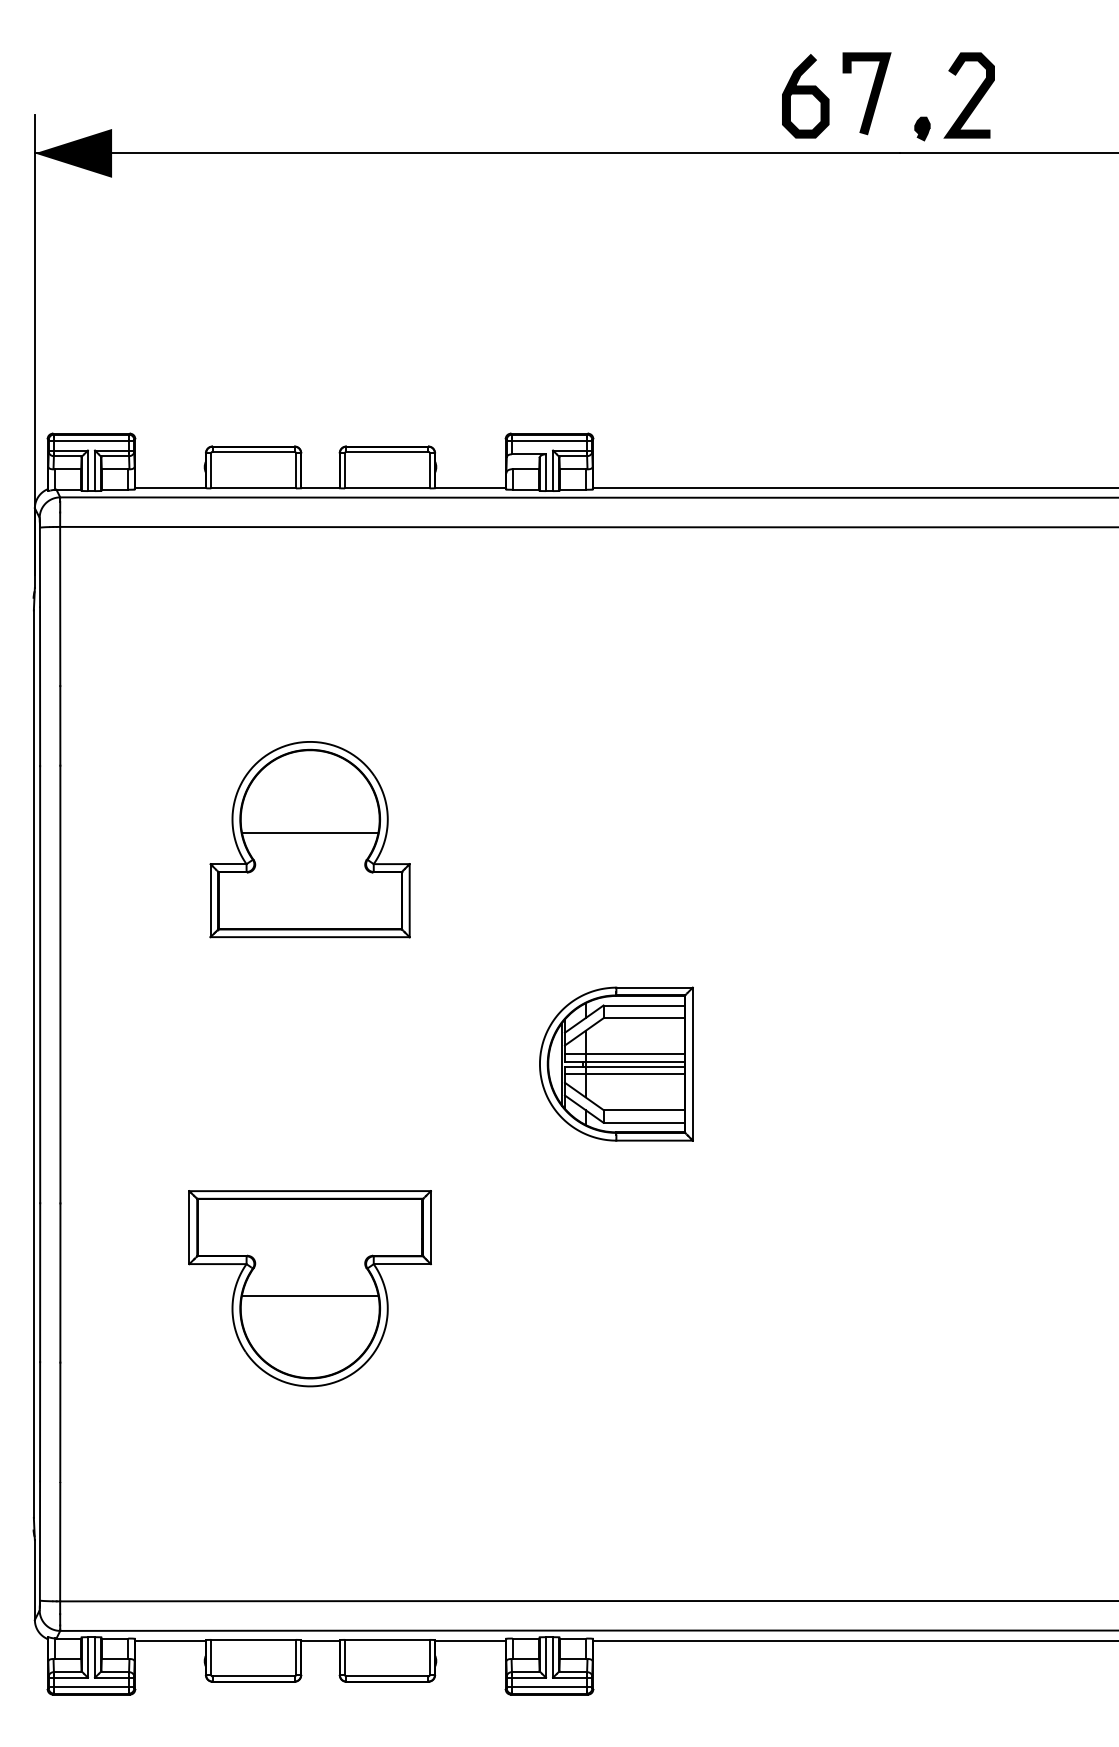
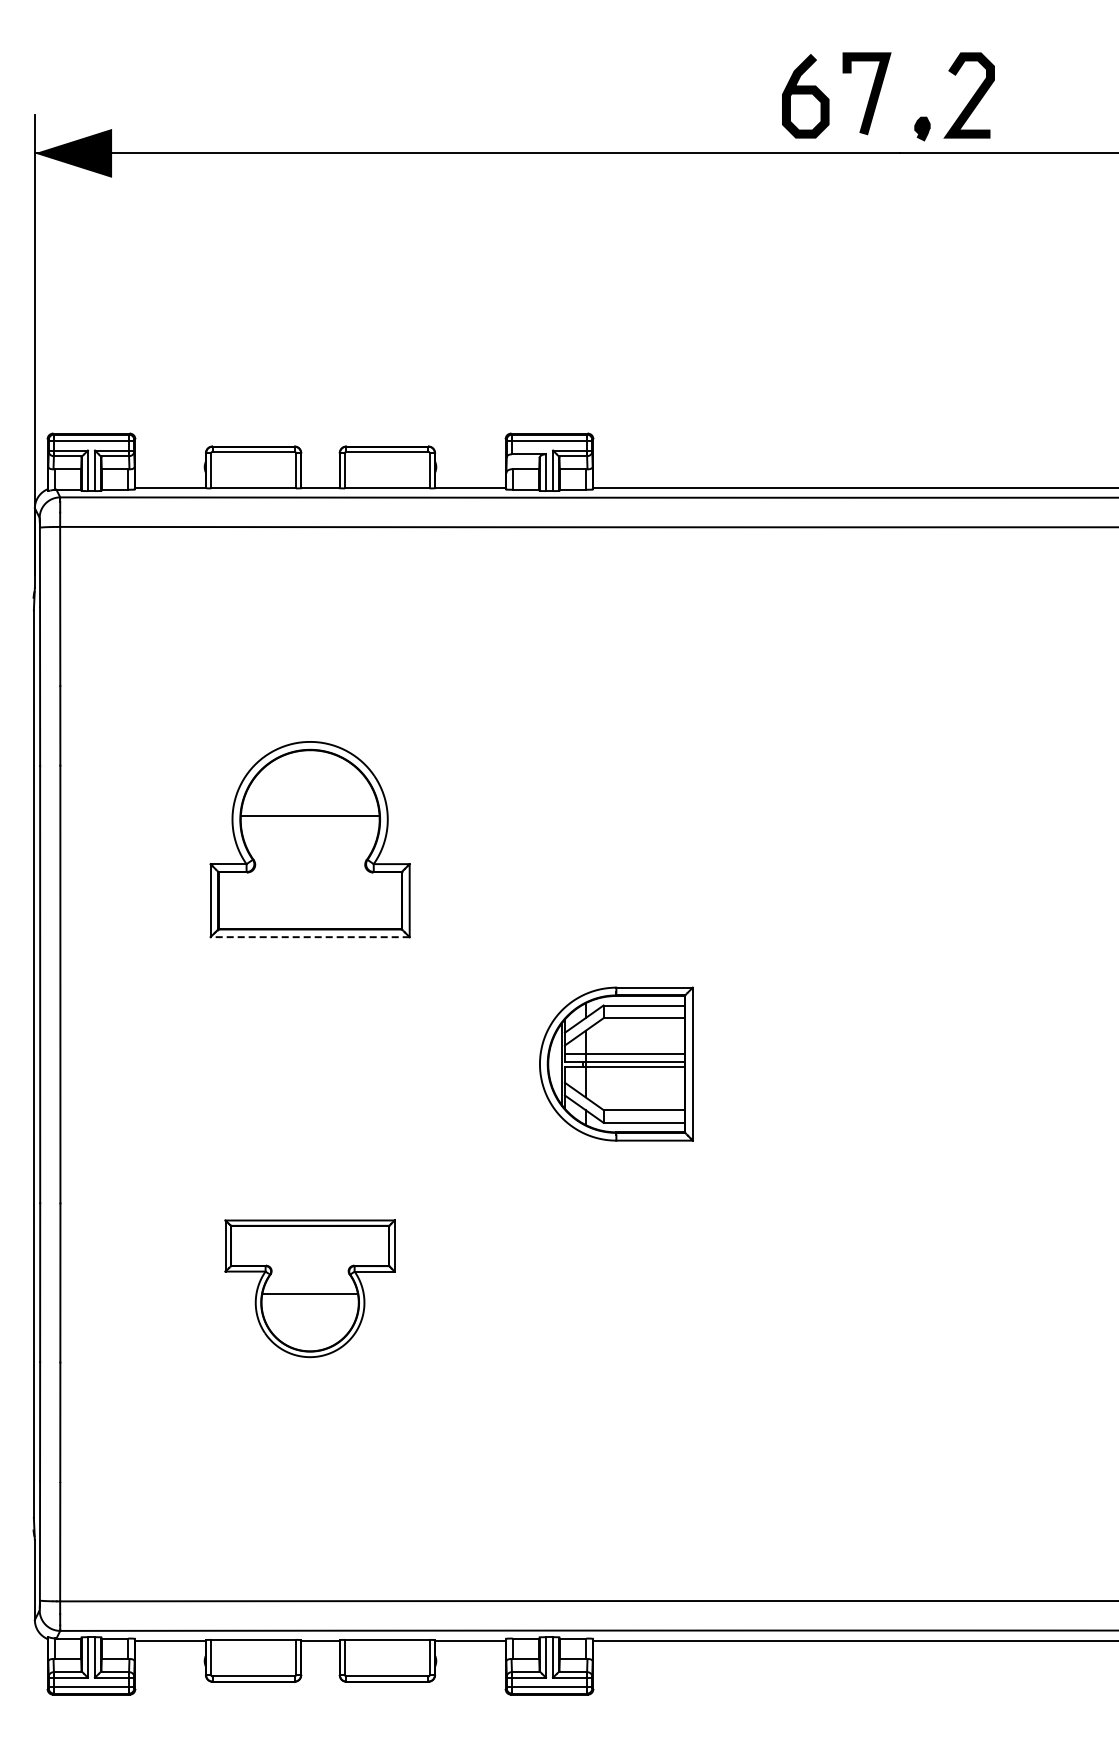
line at (309, 832) position: (309, 832) -> (309, 815)
line at (310, 937): solid -> dashed
line at (624, 1074): present -> none
part at (309, 1288) size: 244x198 px -> 172x140 px
